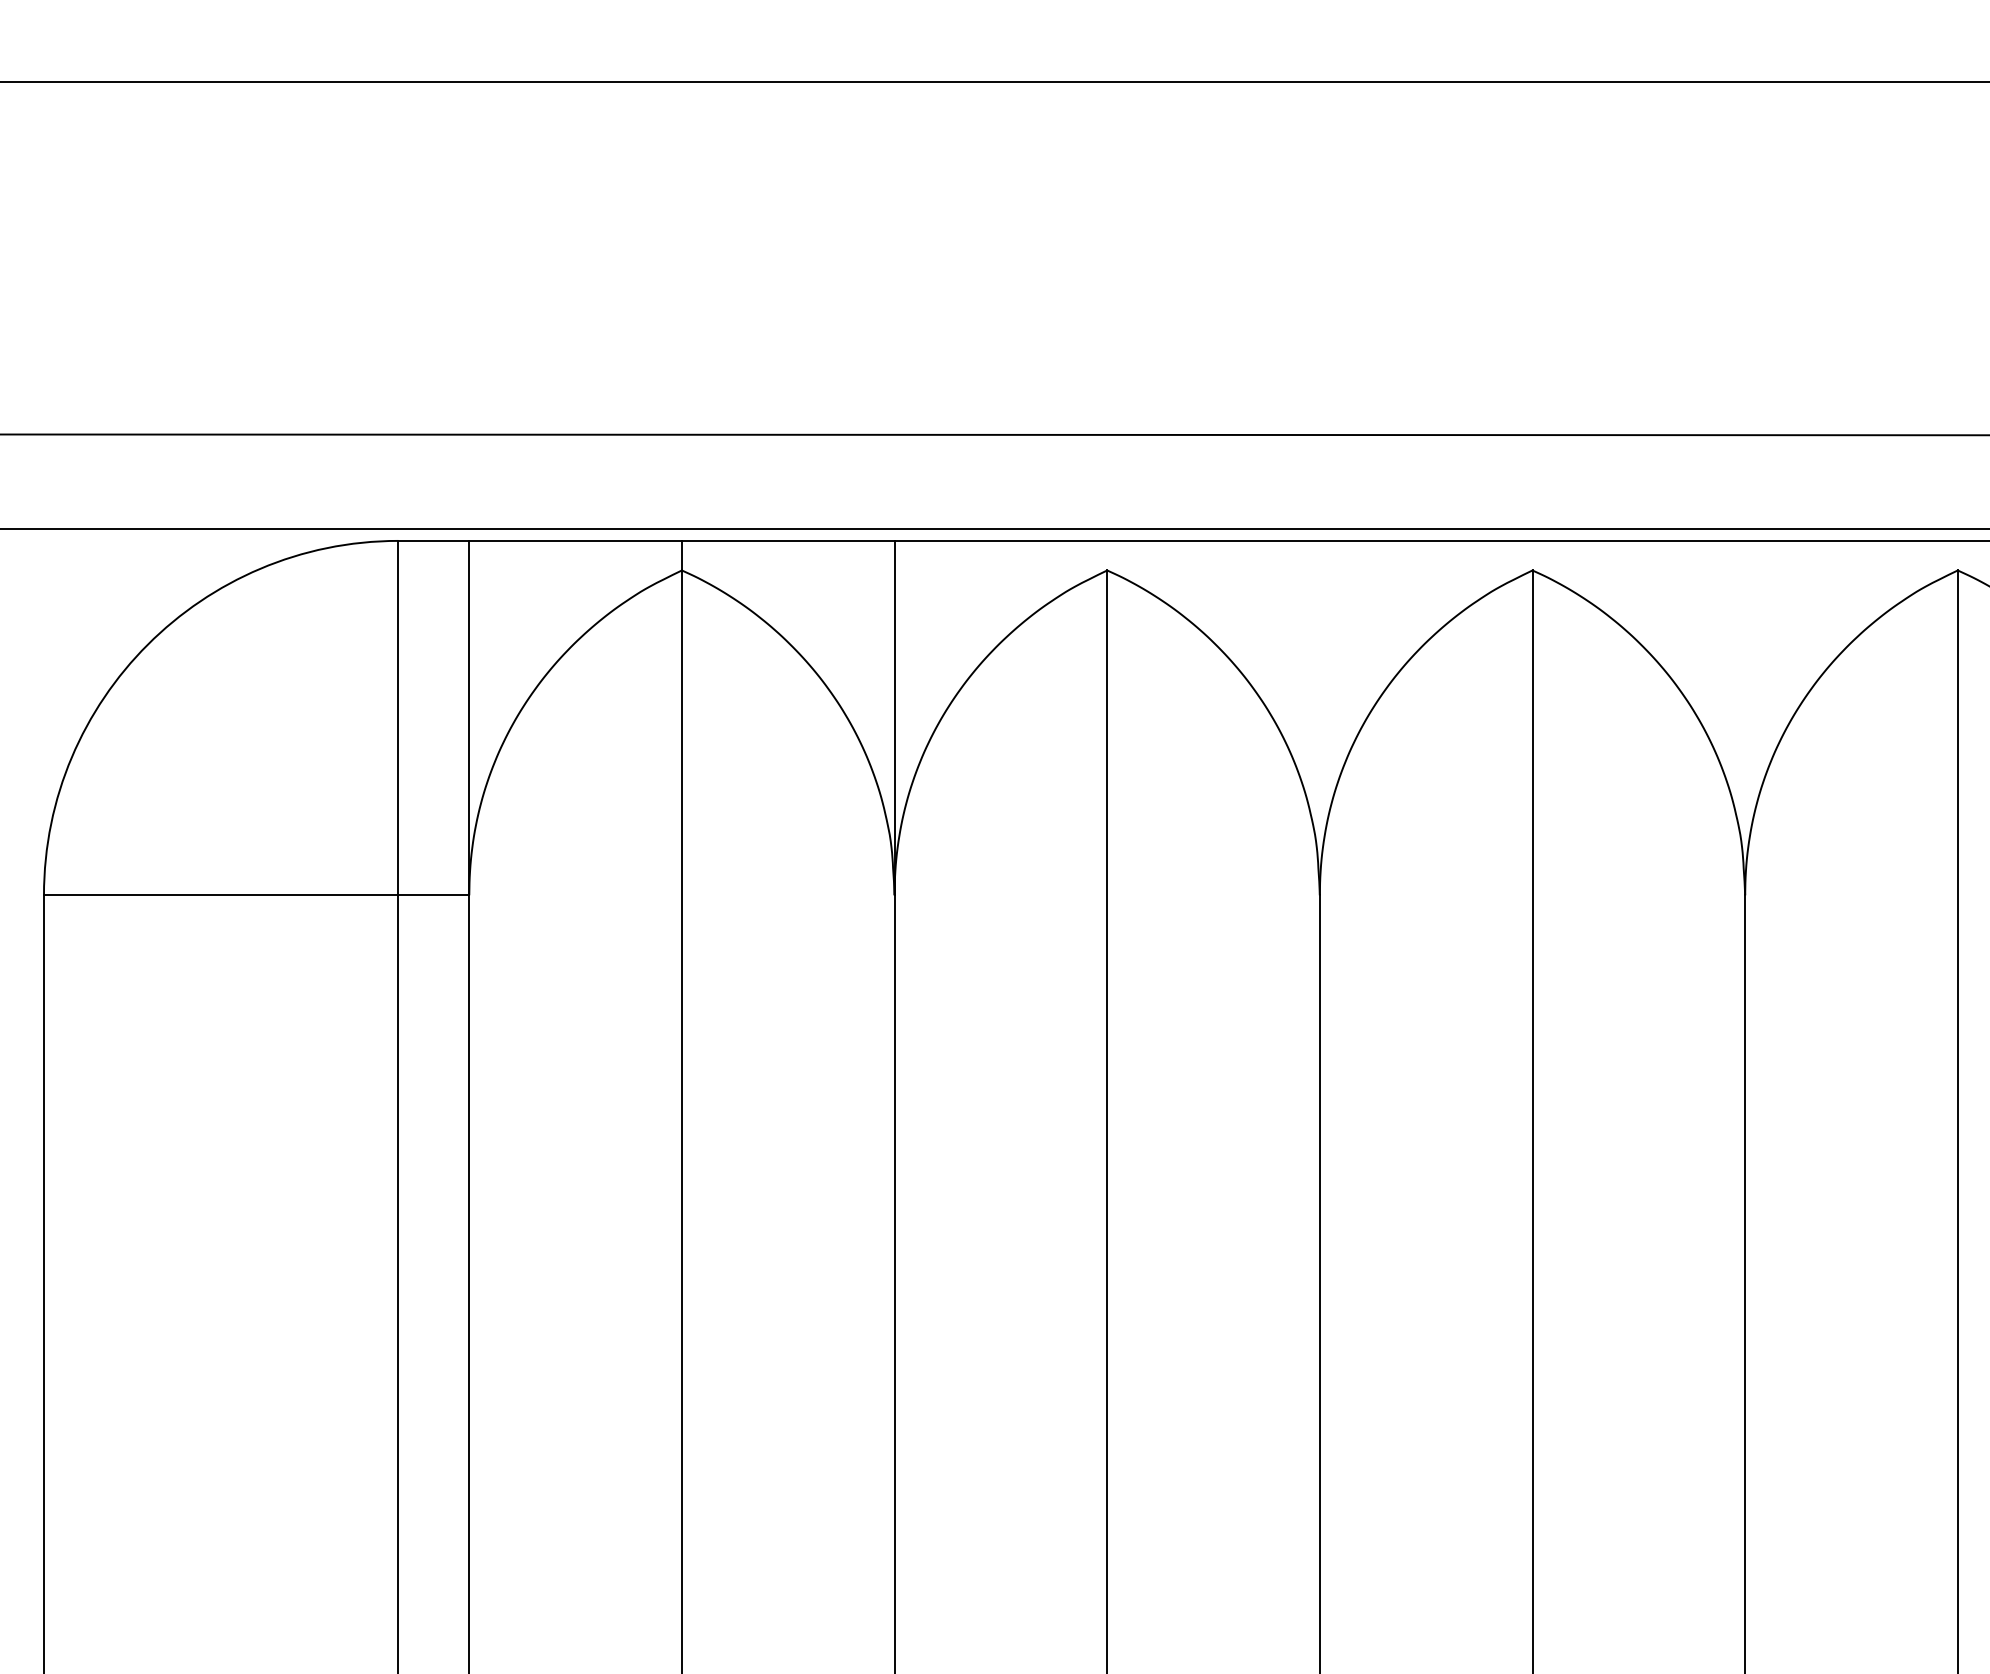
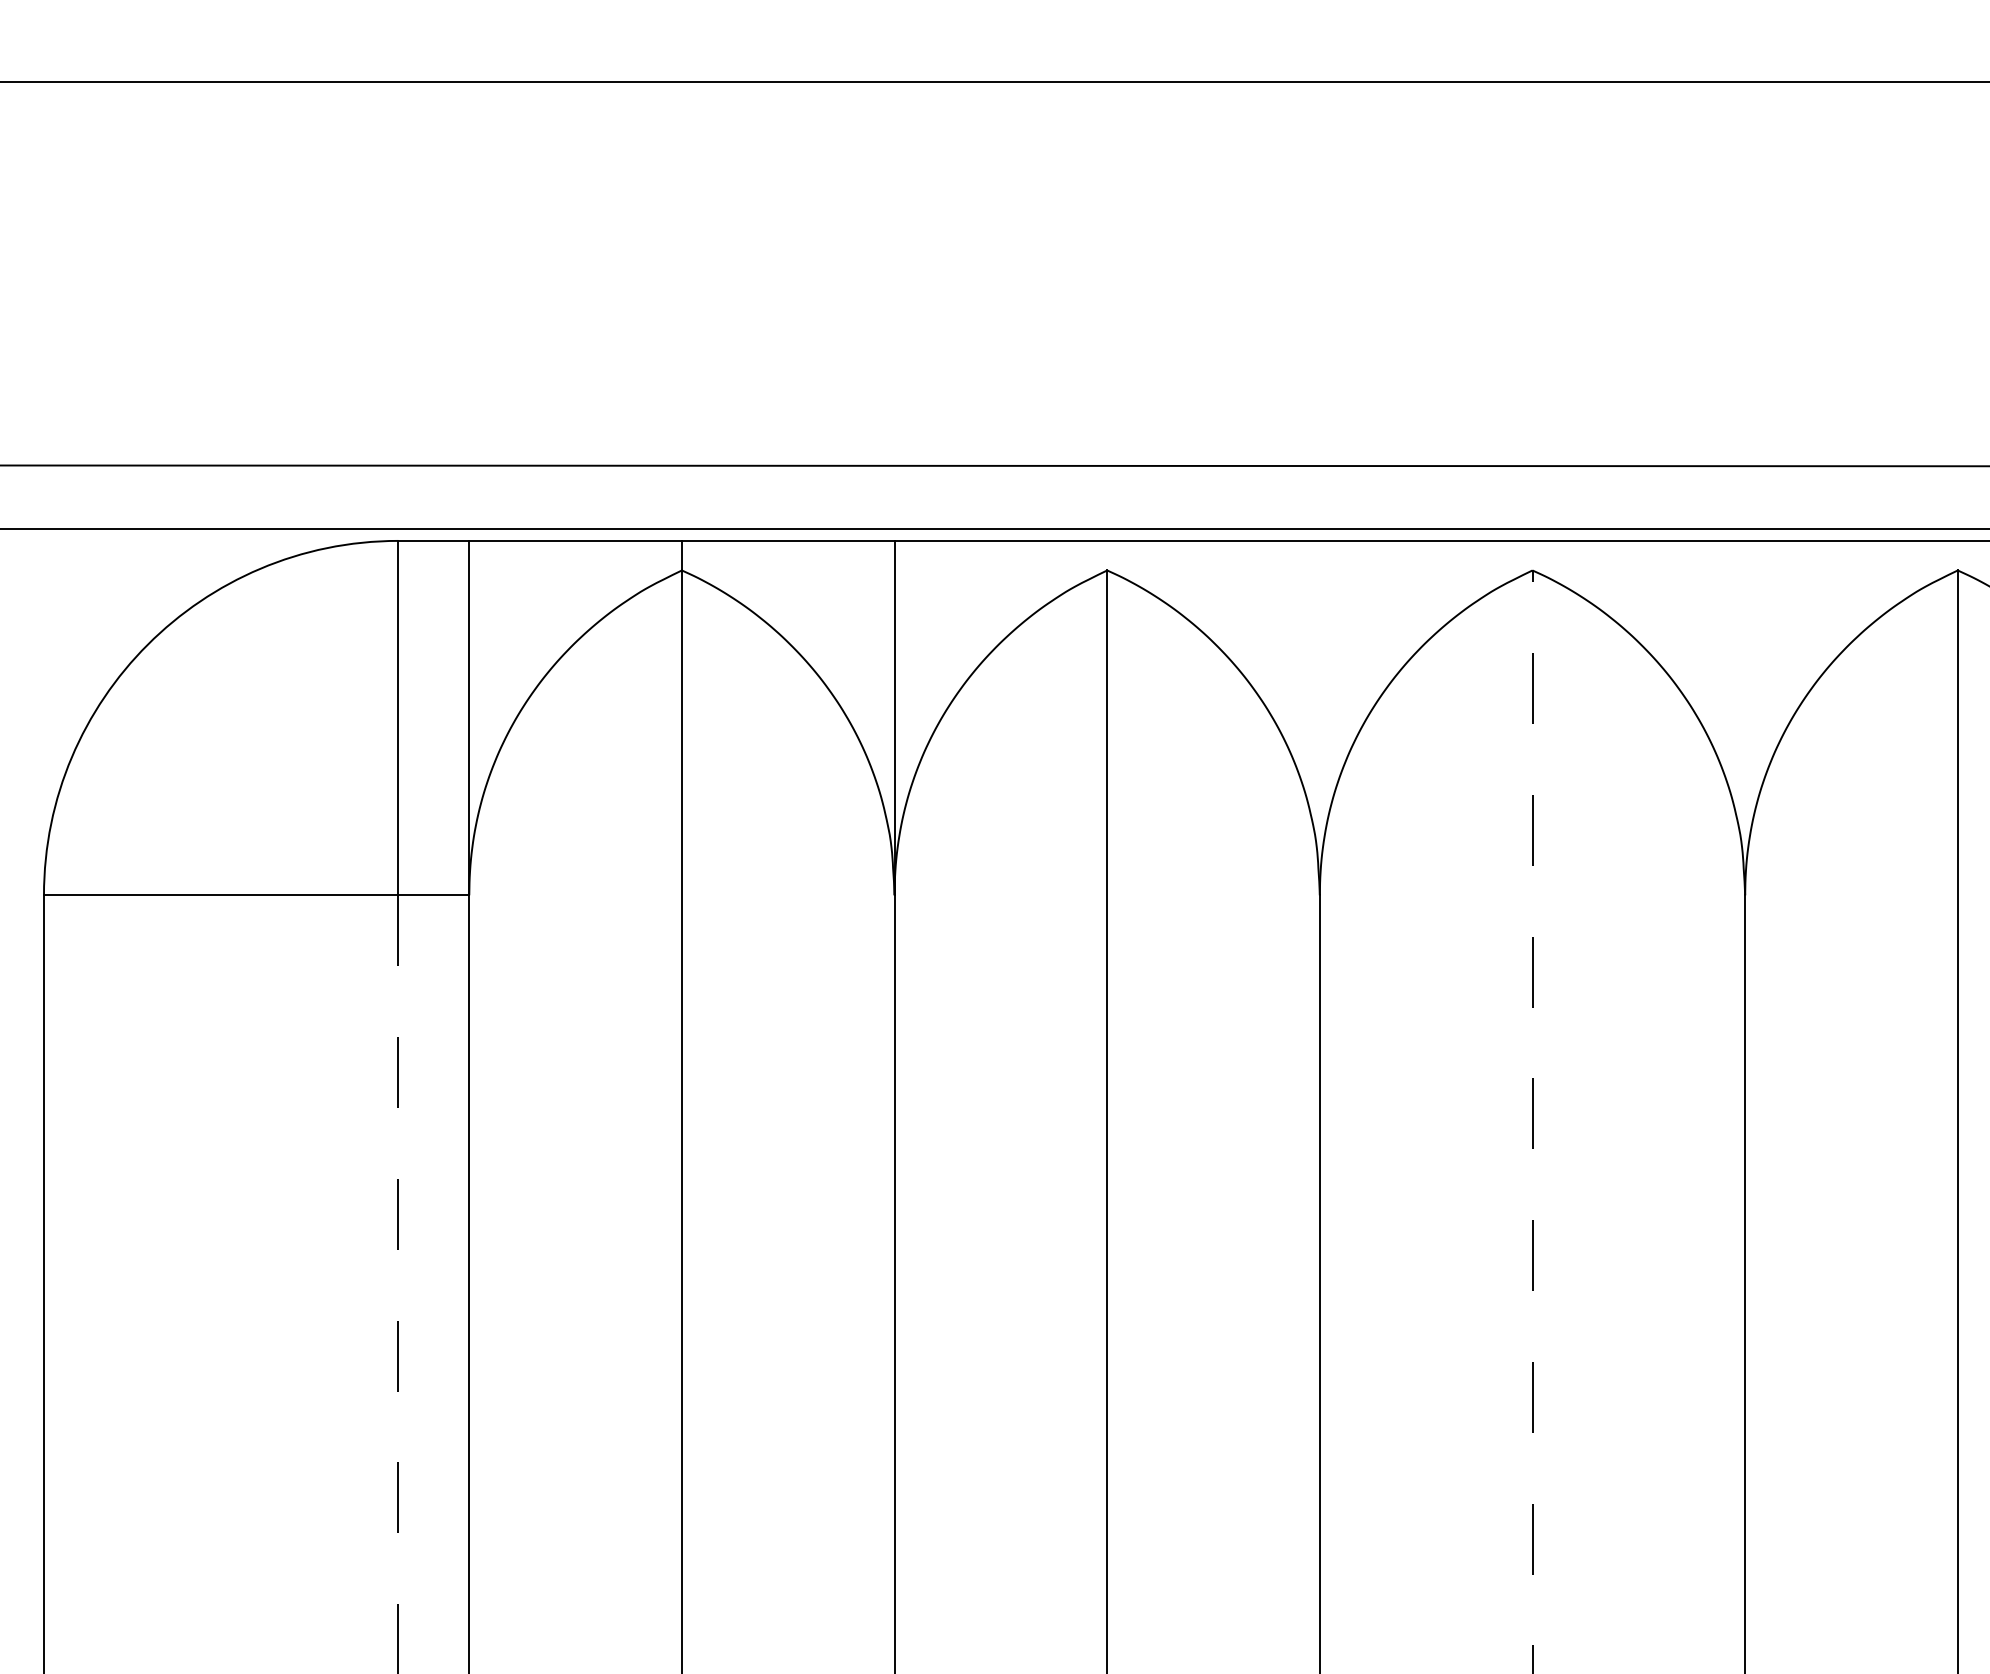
line at (994, 434) position: (994, 434) -> (994, 465)
line at (1532, 1121): solid -> dashed
line at (398, 1284): solid -> dashed
